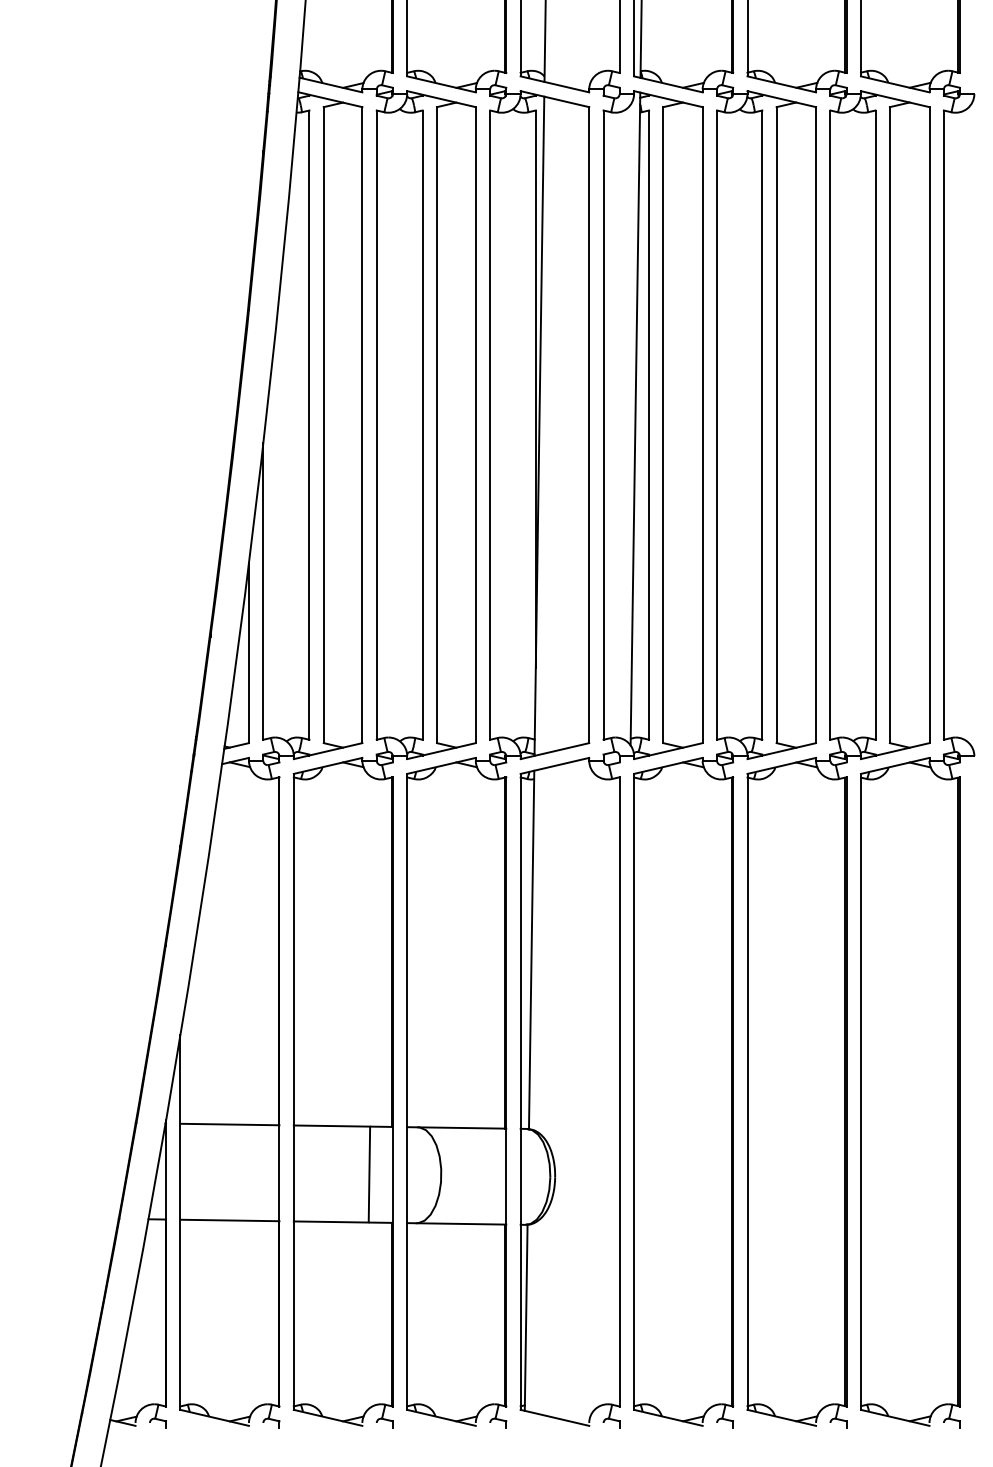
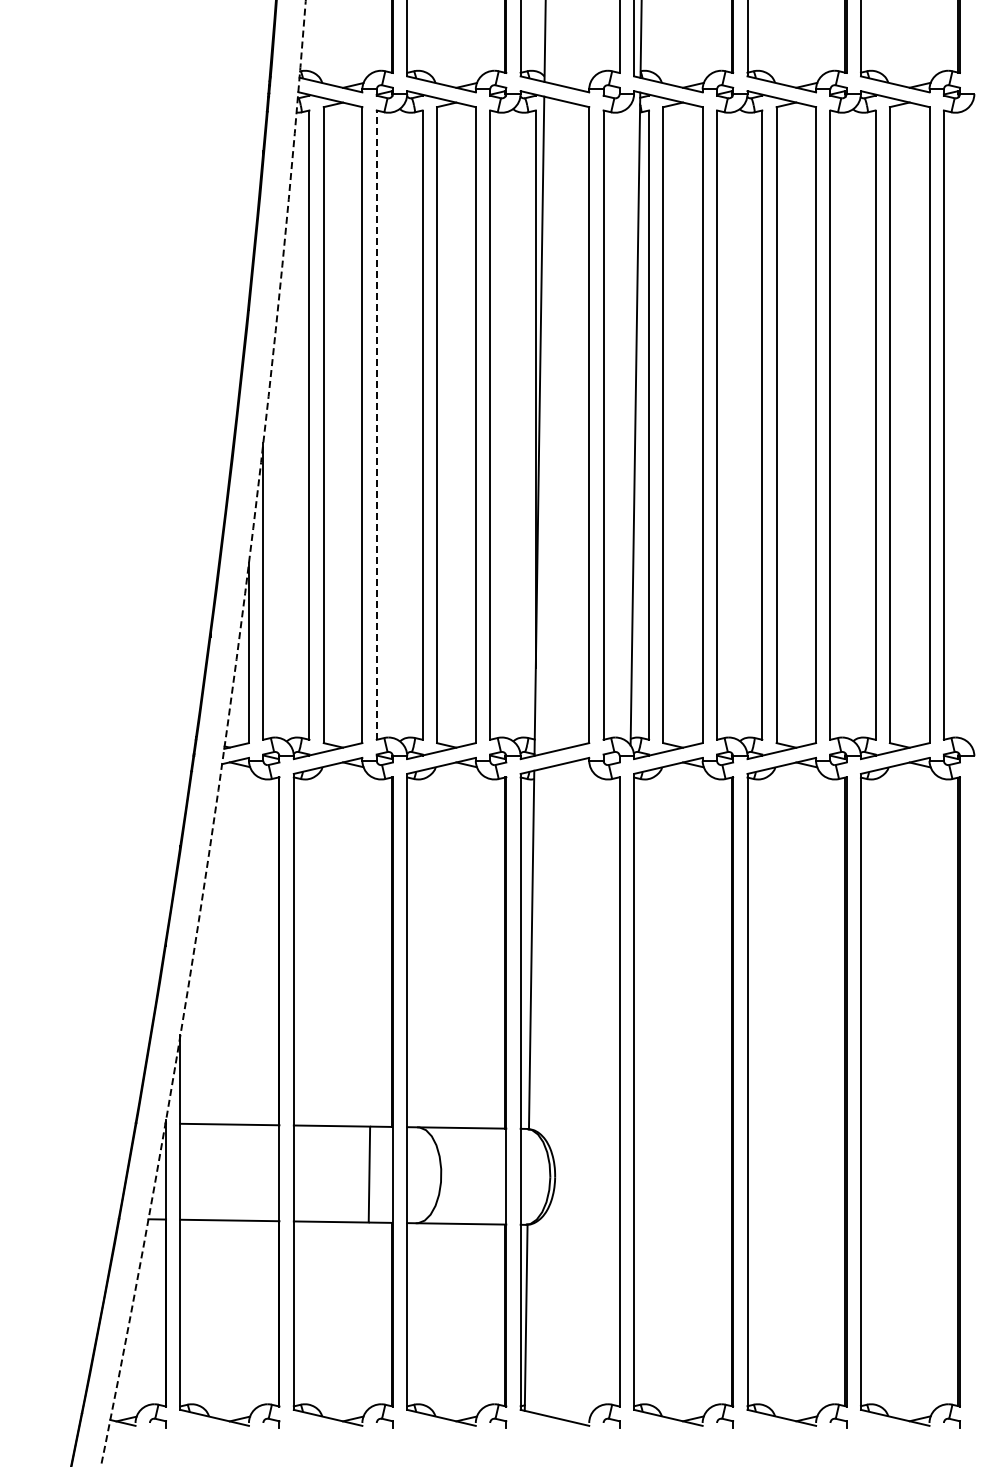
line at (376, 425): solid -> dashed
arc at (226, 734): solid -> dashed
